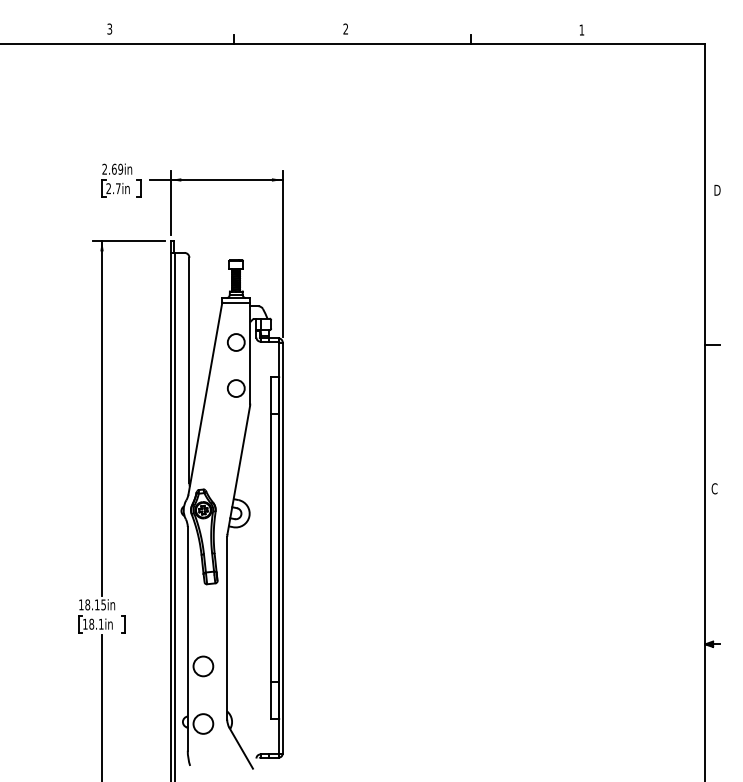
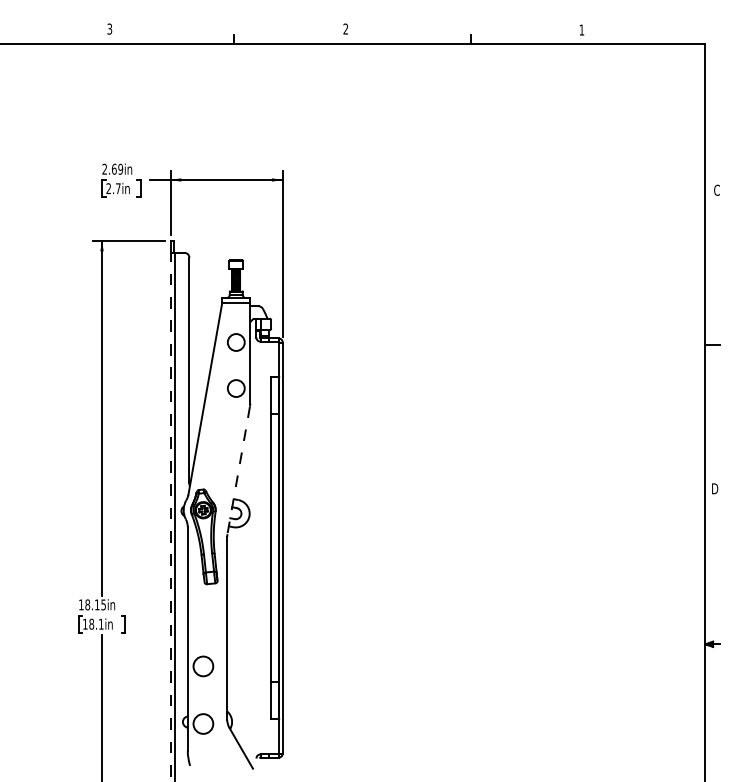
text at (717, 189): D -> C
line at (238, 470): solid -> dashed
text at (714, 488): C -> D
line at (170, 516): solid -> dashed
